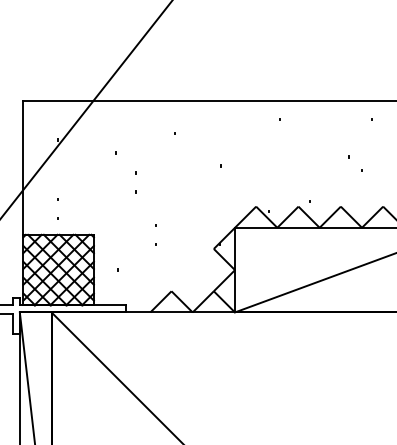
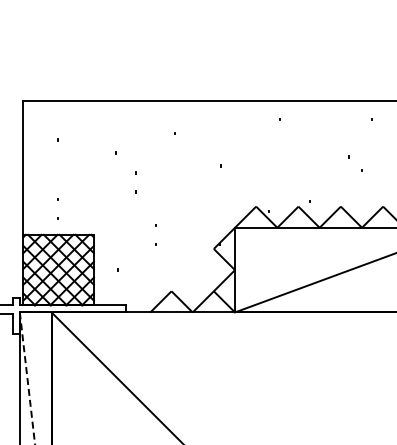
line at (86, 109): present -> none
line at (27, 378): solid -> dashed
